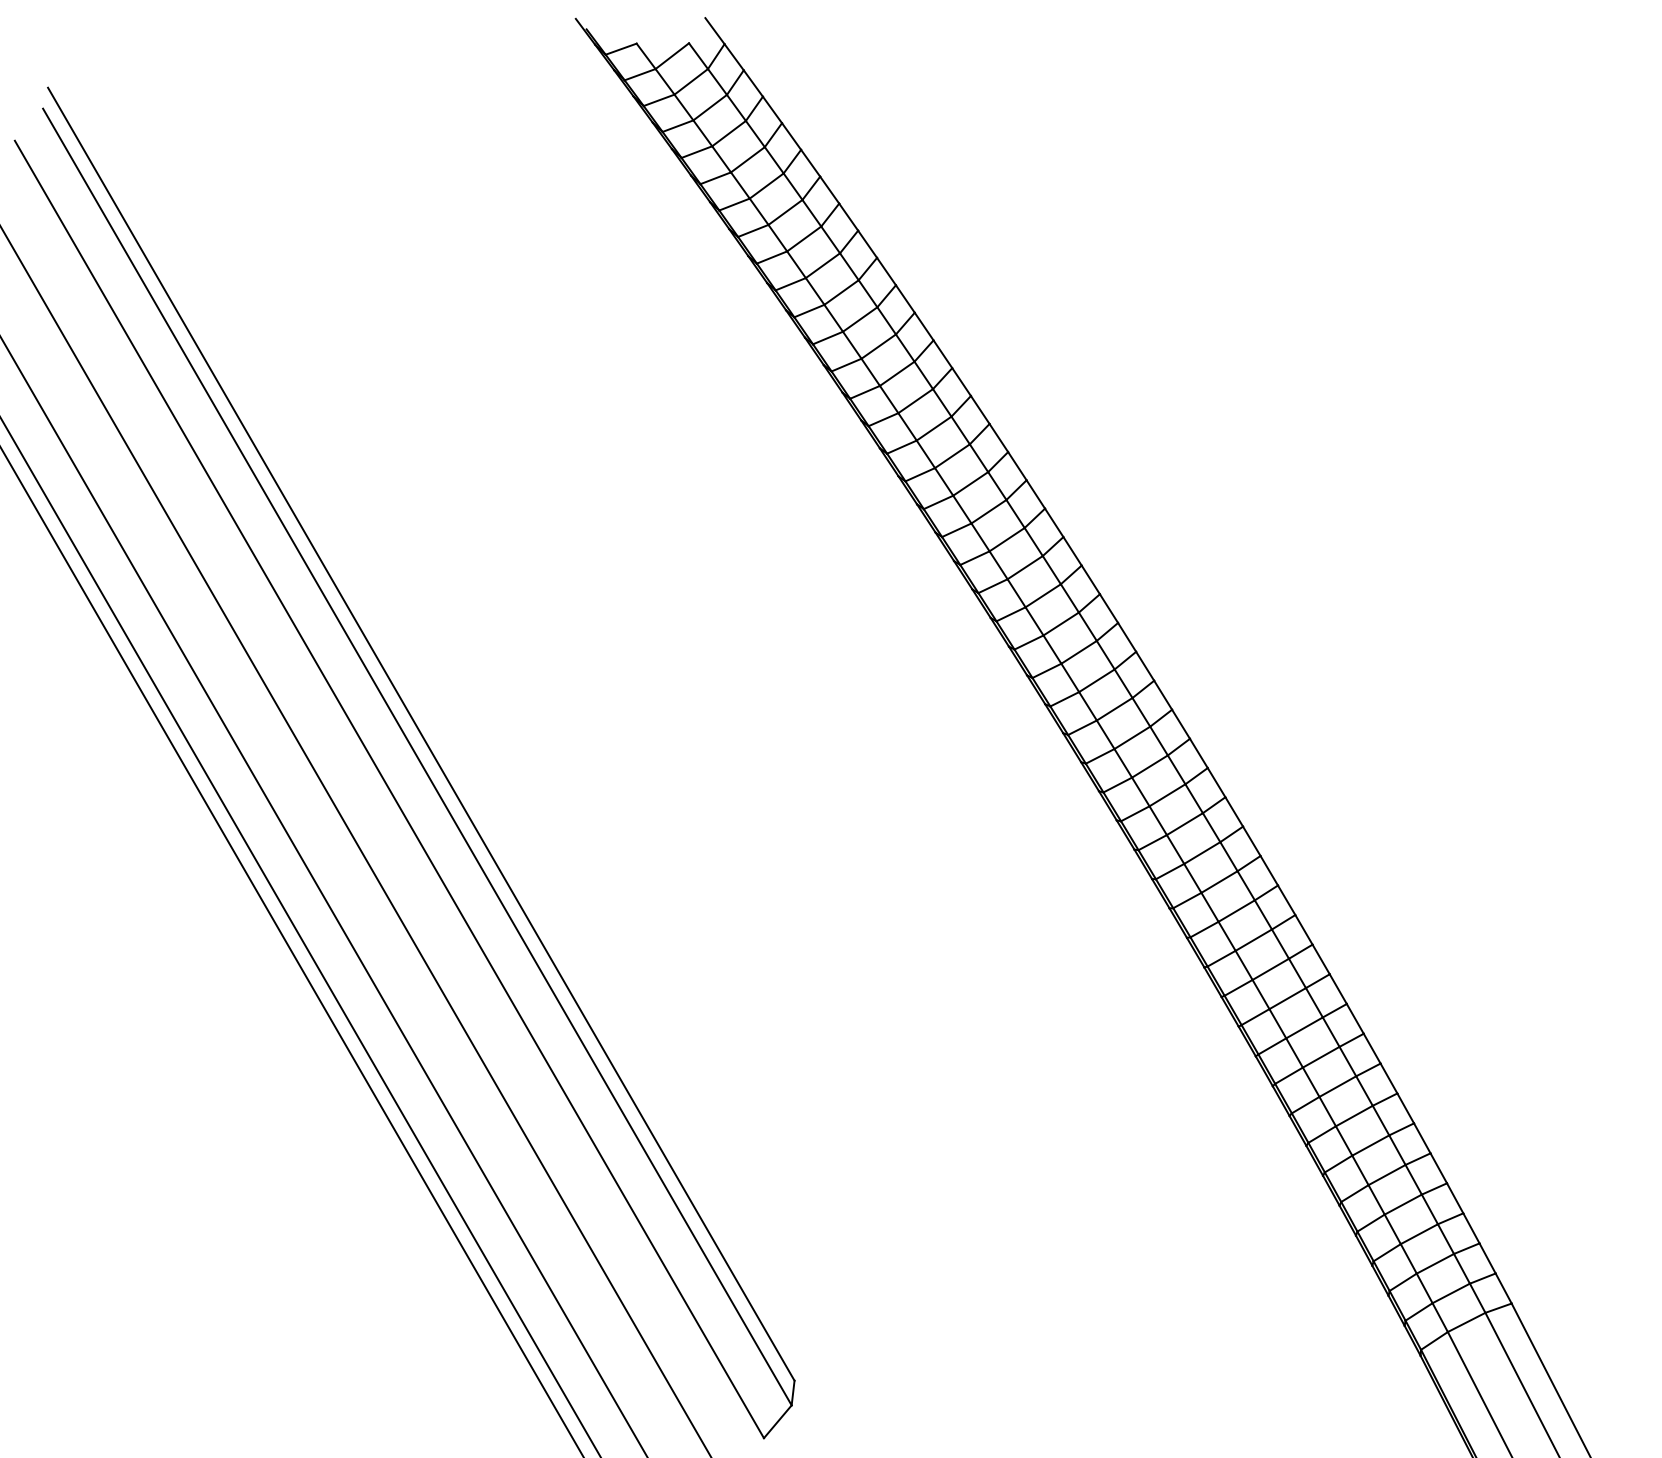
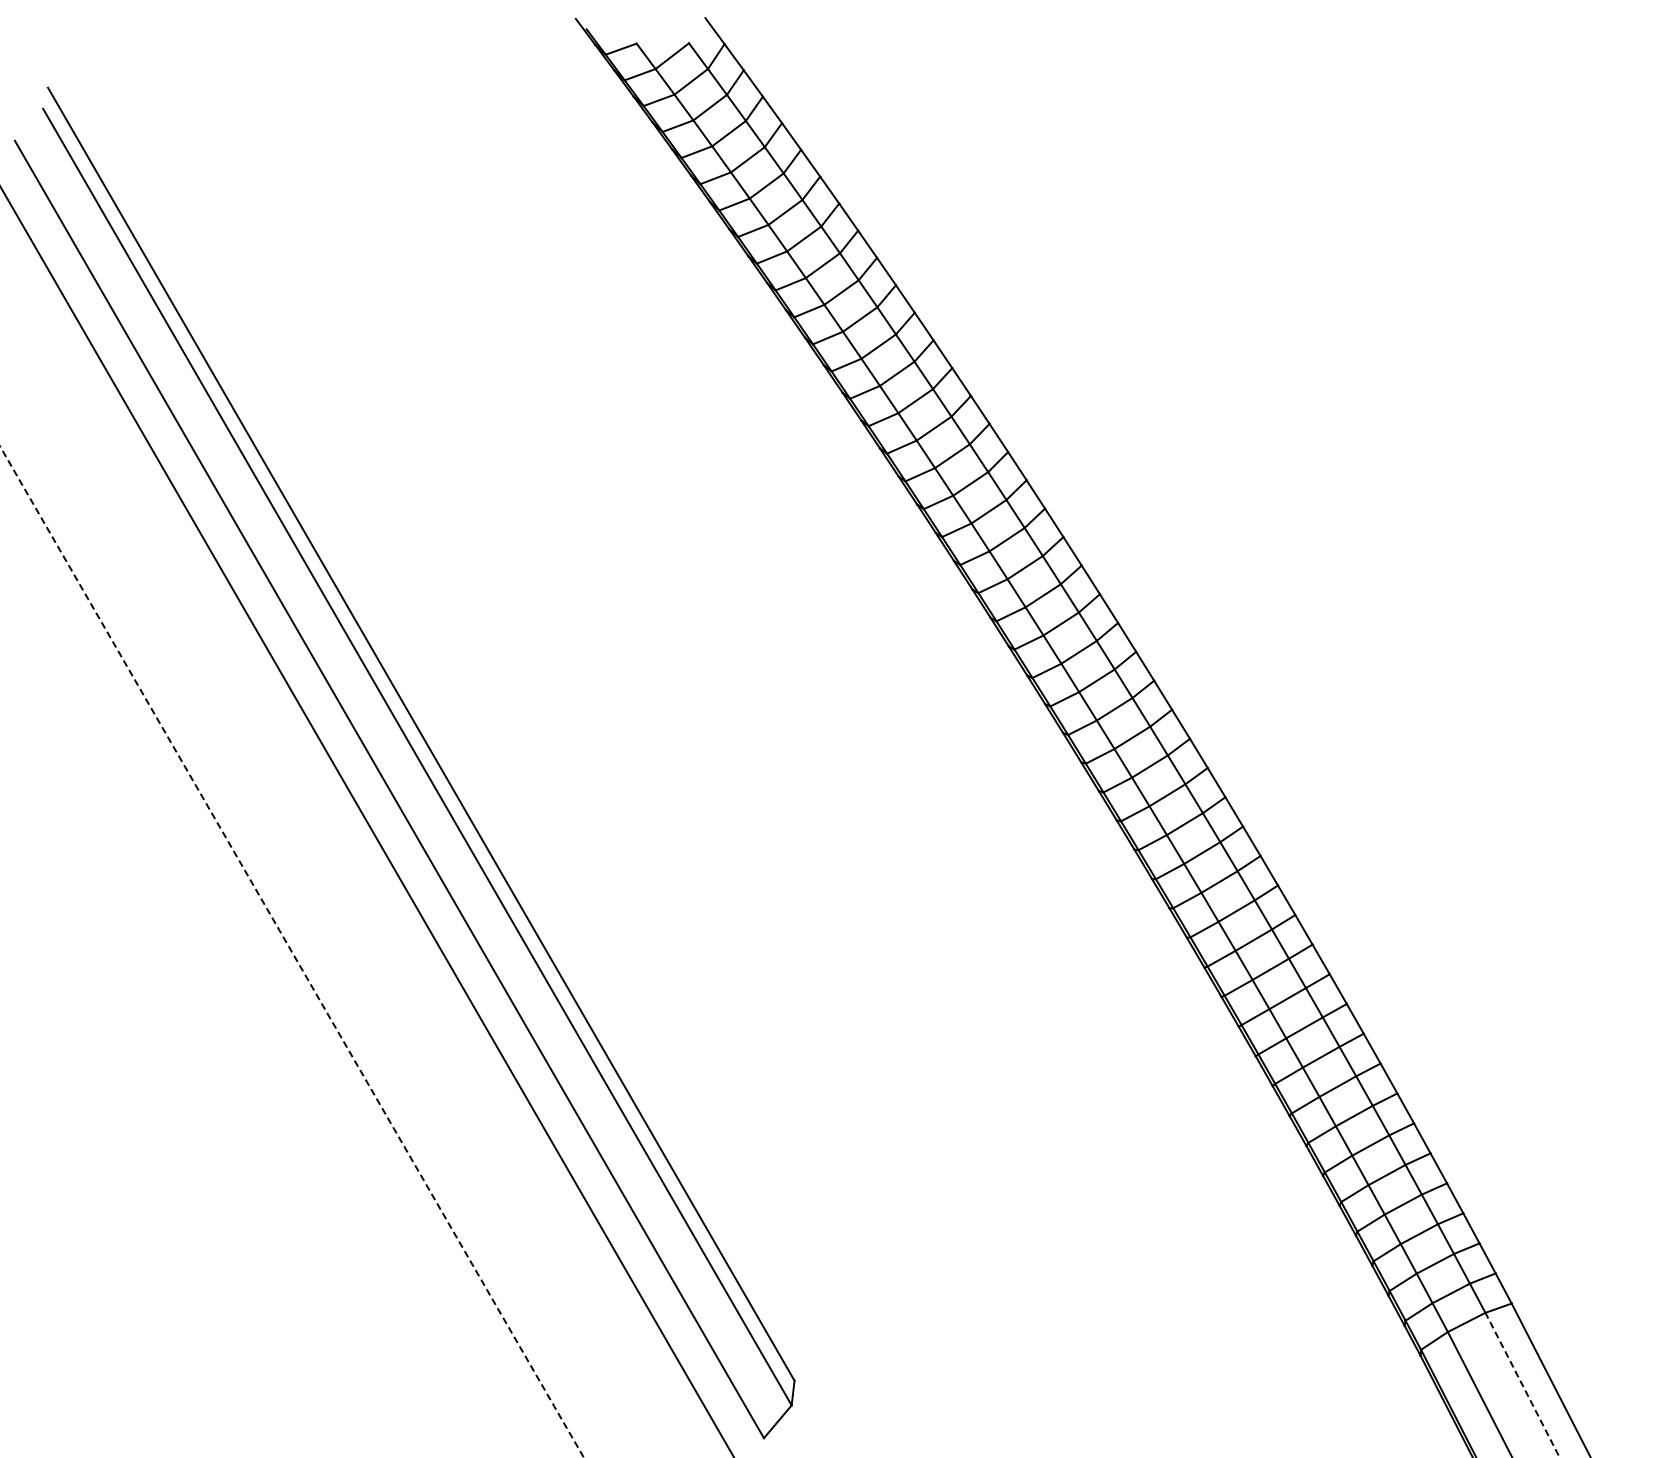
line at (355, 841) position: (355, 841) -> (367, 821)
line at (323, 896): present -> none
line at (300, 937): present -> none
line at (291, 951): solid -> dashed
line at (1522, 1384): solid -> dashed
